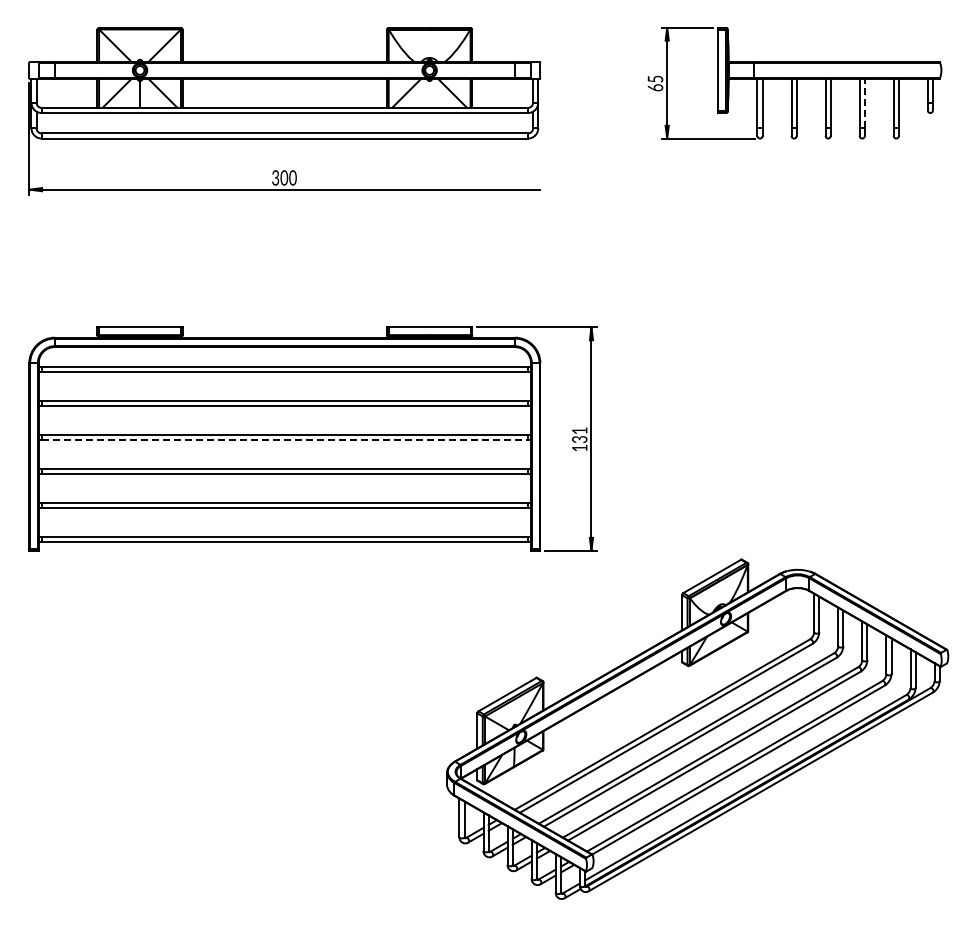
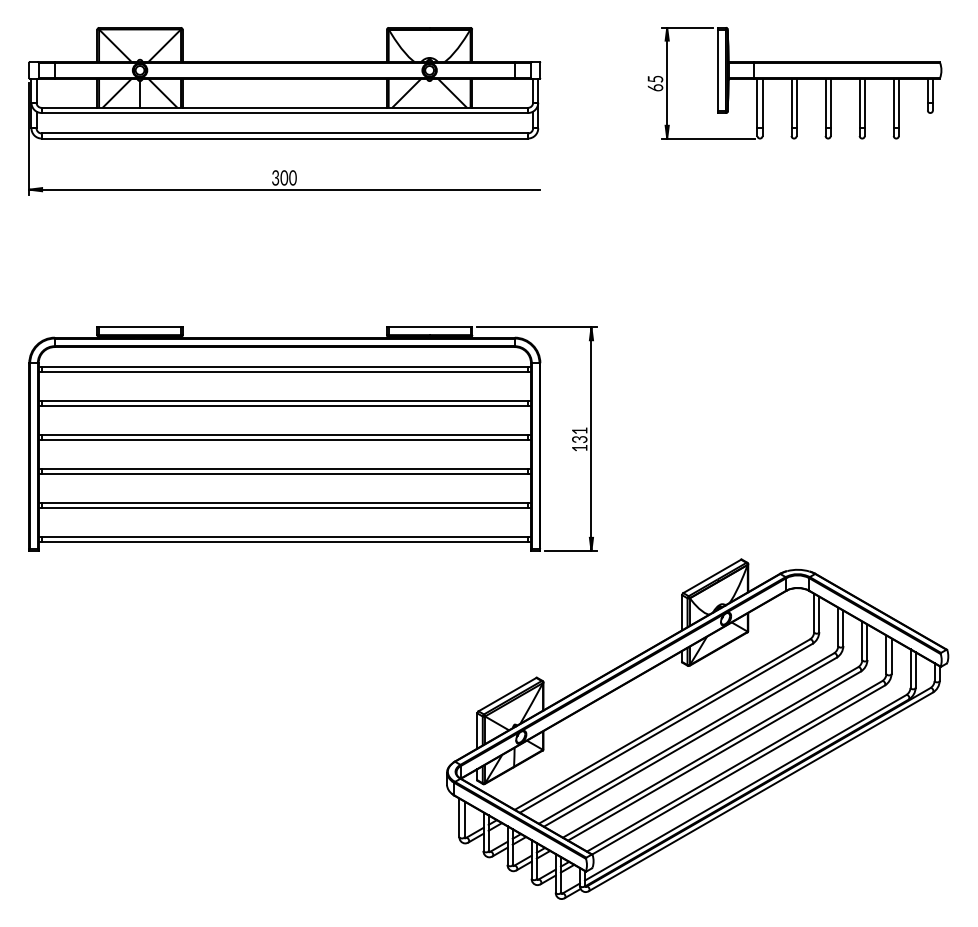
line at (864, 103): dashed -> solid
line at (285, 439): dashed -> solid
